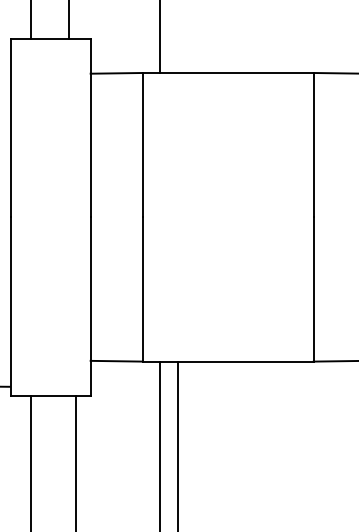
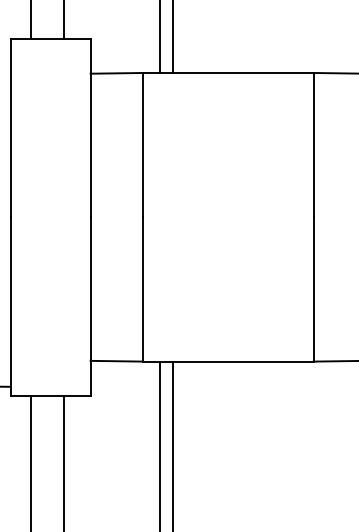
line at (68, 20) position: (68, 20) -> (63, 20)
line at (172, 37): none -> present
line at (177, 444) position: (177, 444) -> (172, 444)
line at (75, 461) position: (75, 461) -> (63, 461)
